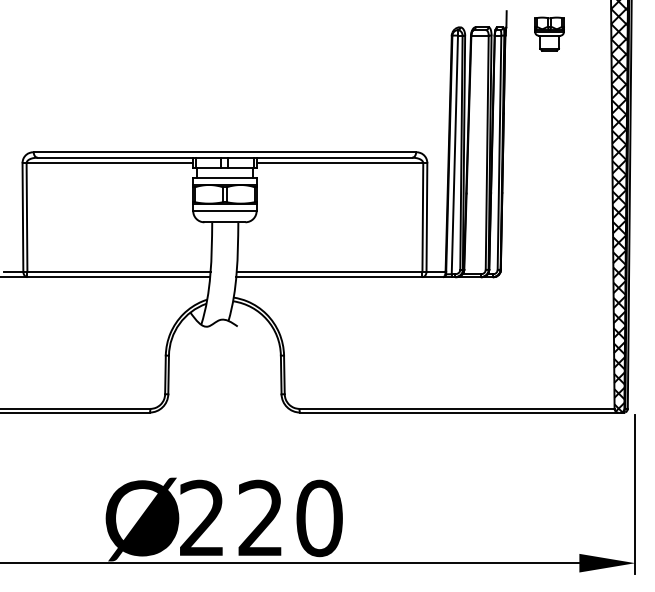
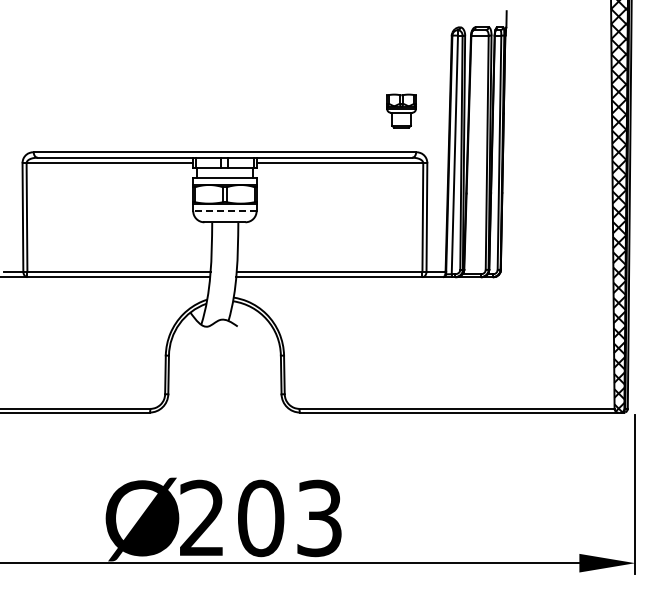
part at (549, 33) position: (549, 33) -> (401, 110)
line at (224, 211): solid -> dashed
text at (290, 518): 220 -> 203
